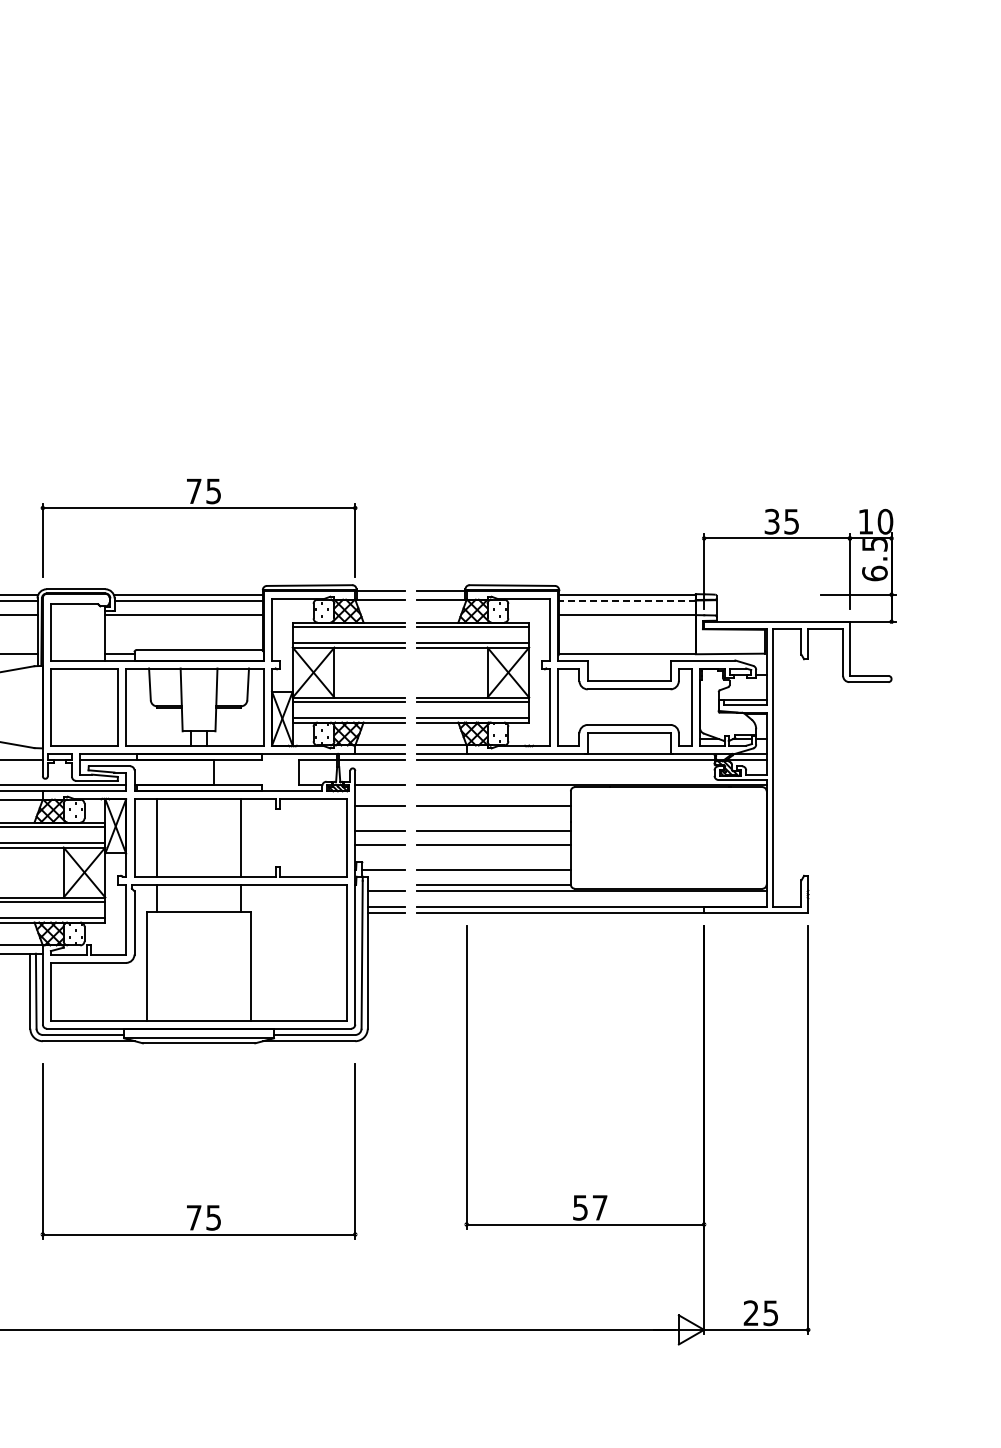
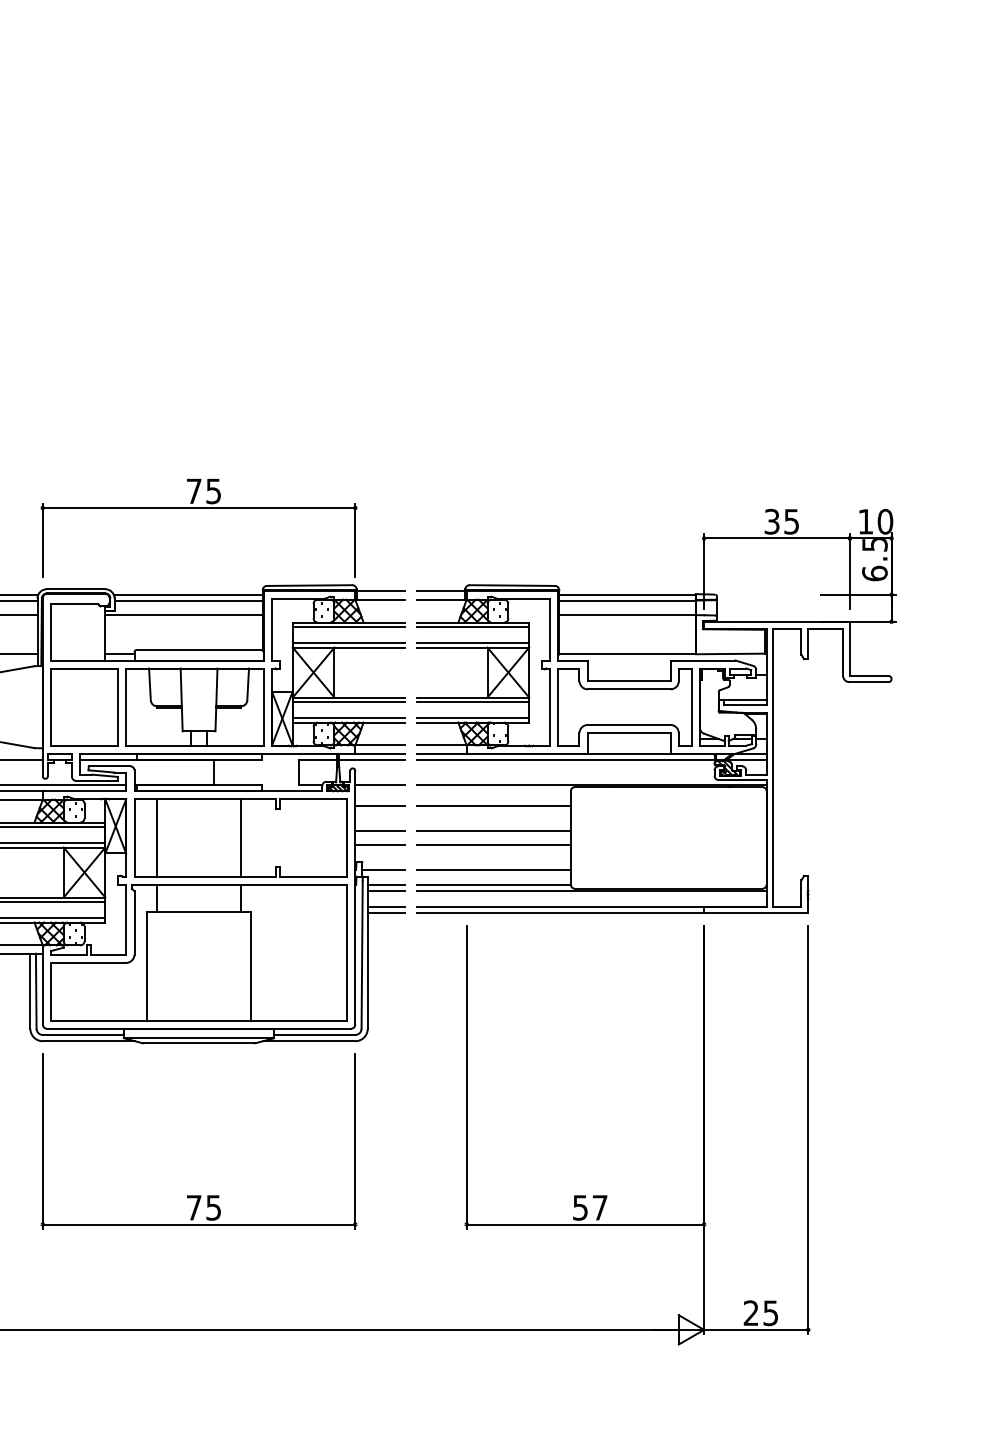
line at (626, 600): dashed -> solid
line at (385, 884): none -> present
part at (198, 1205) position: (198, 1205) -> (198, 1195)
